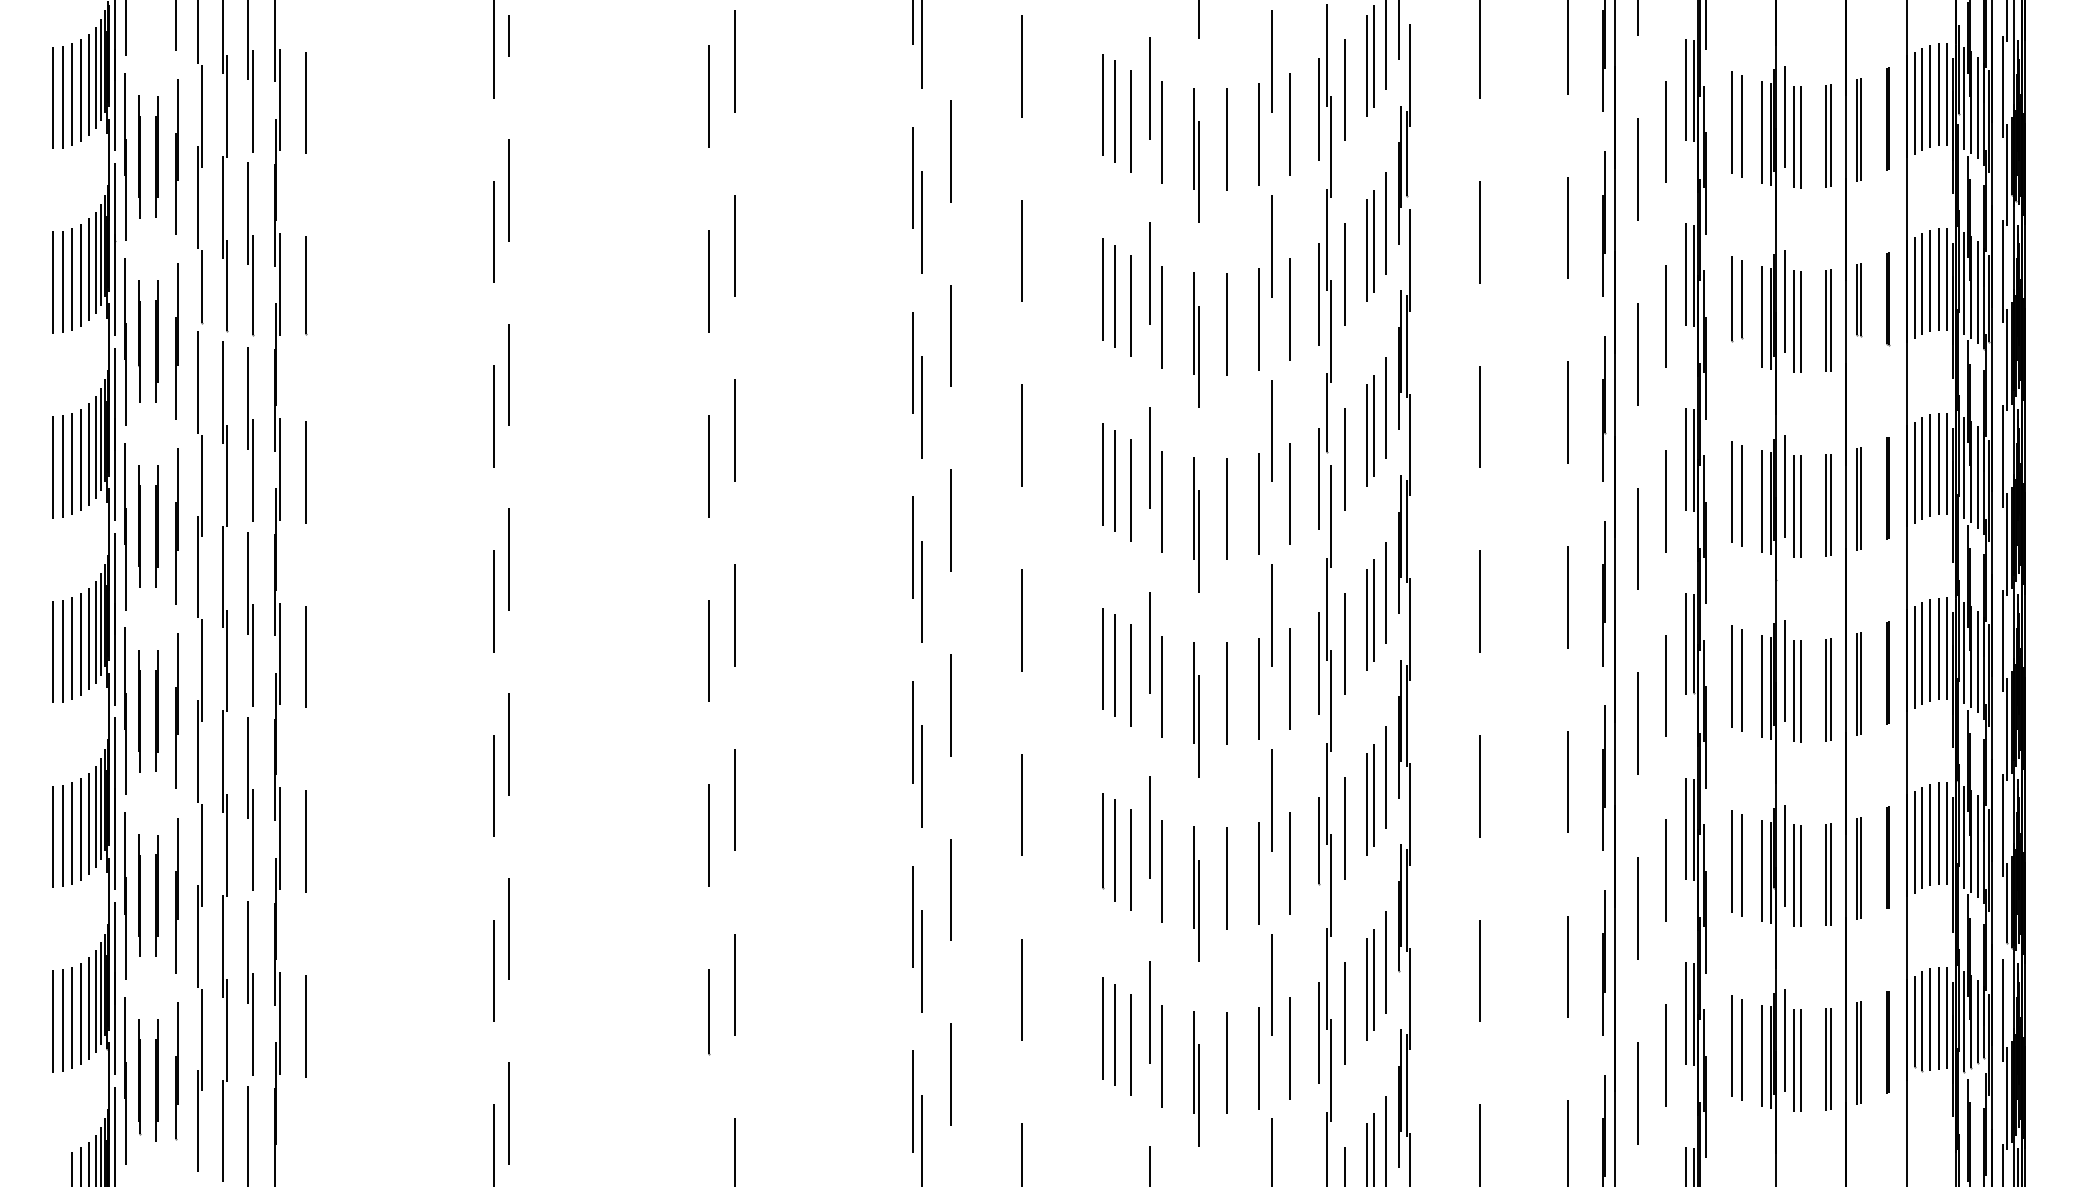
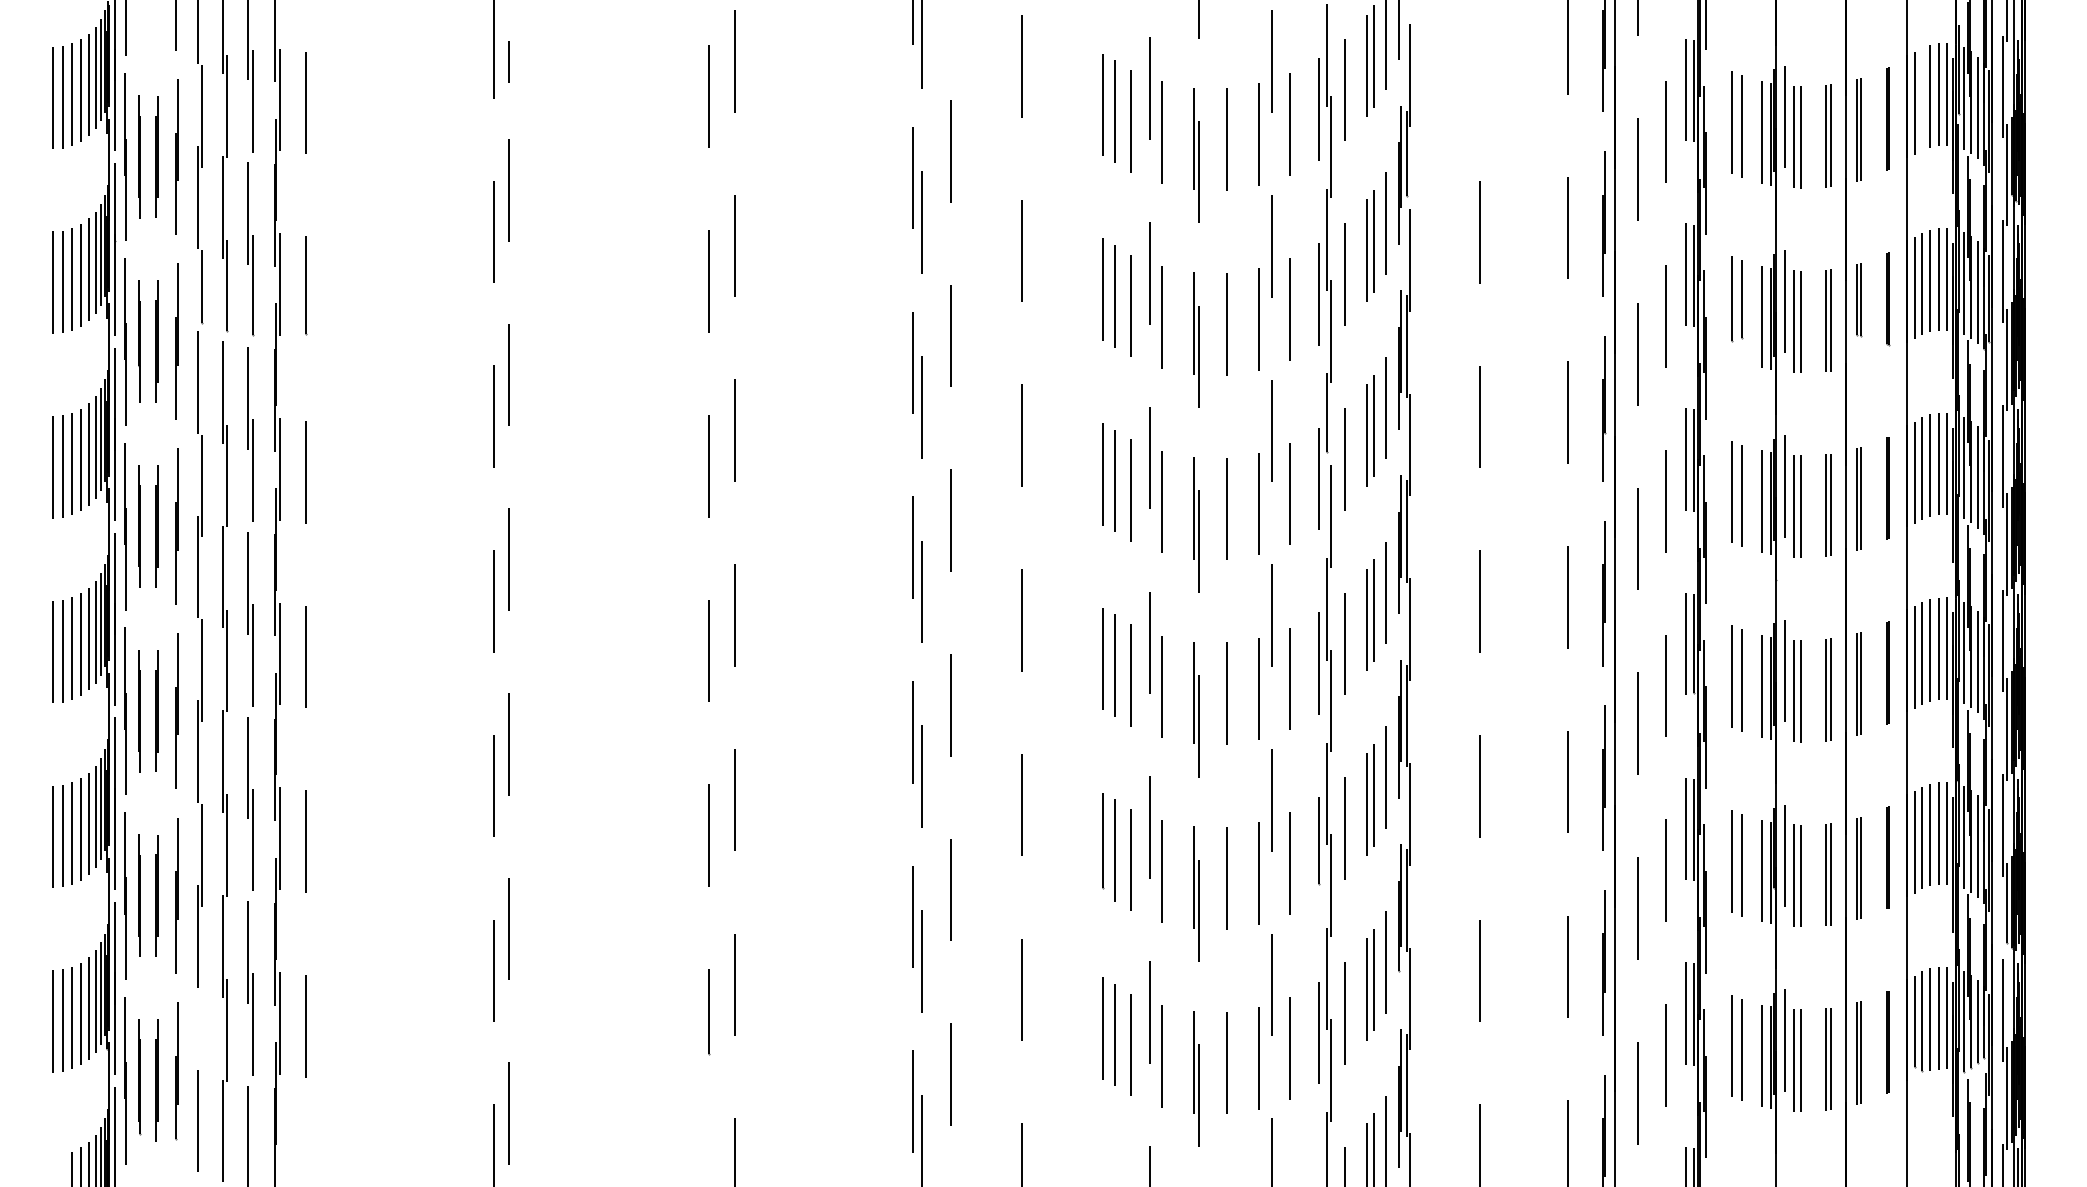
line at (508, 35) position: (508, 35) -> (508, 61)
line at (1479, 50): present -> none
line at (1922, 98): present -> none
line at (201, 1039): present -> none
